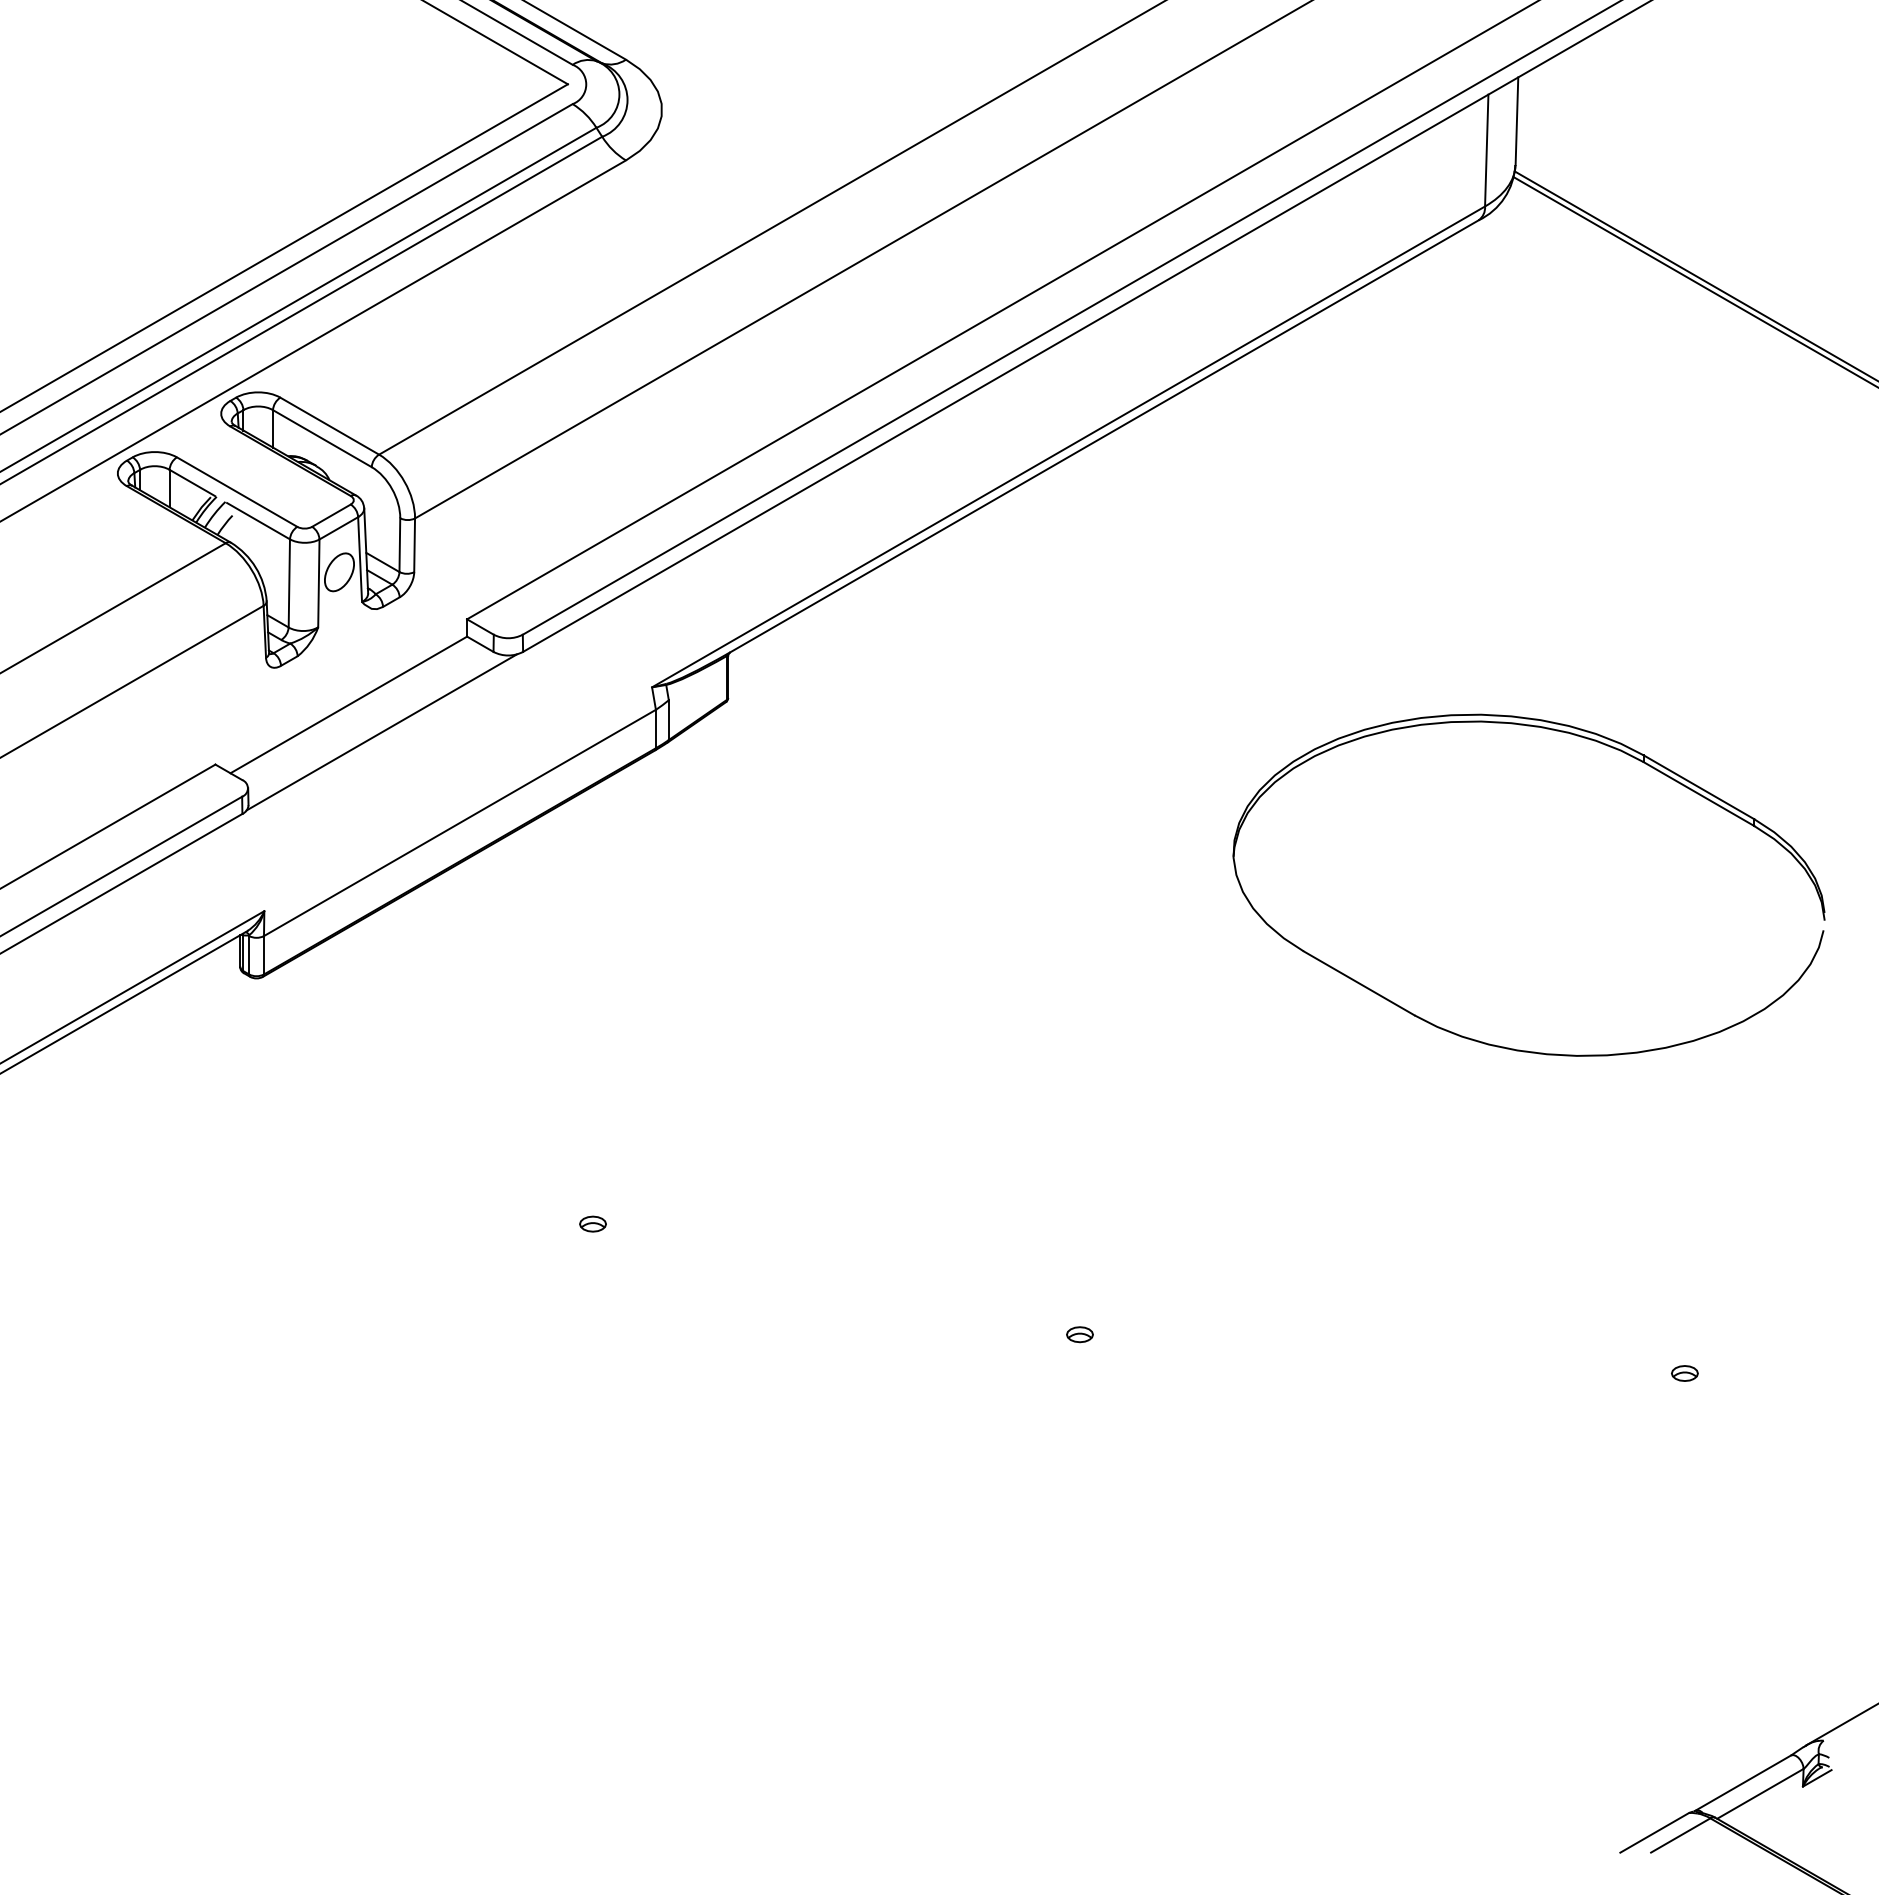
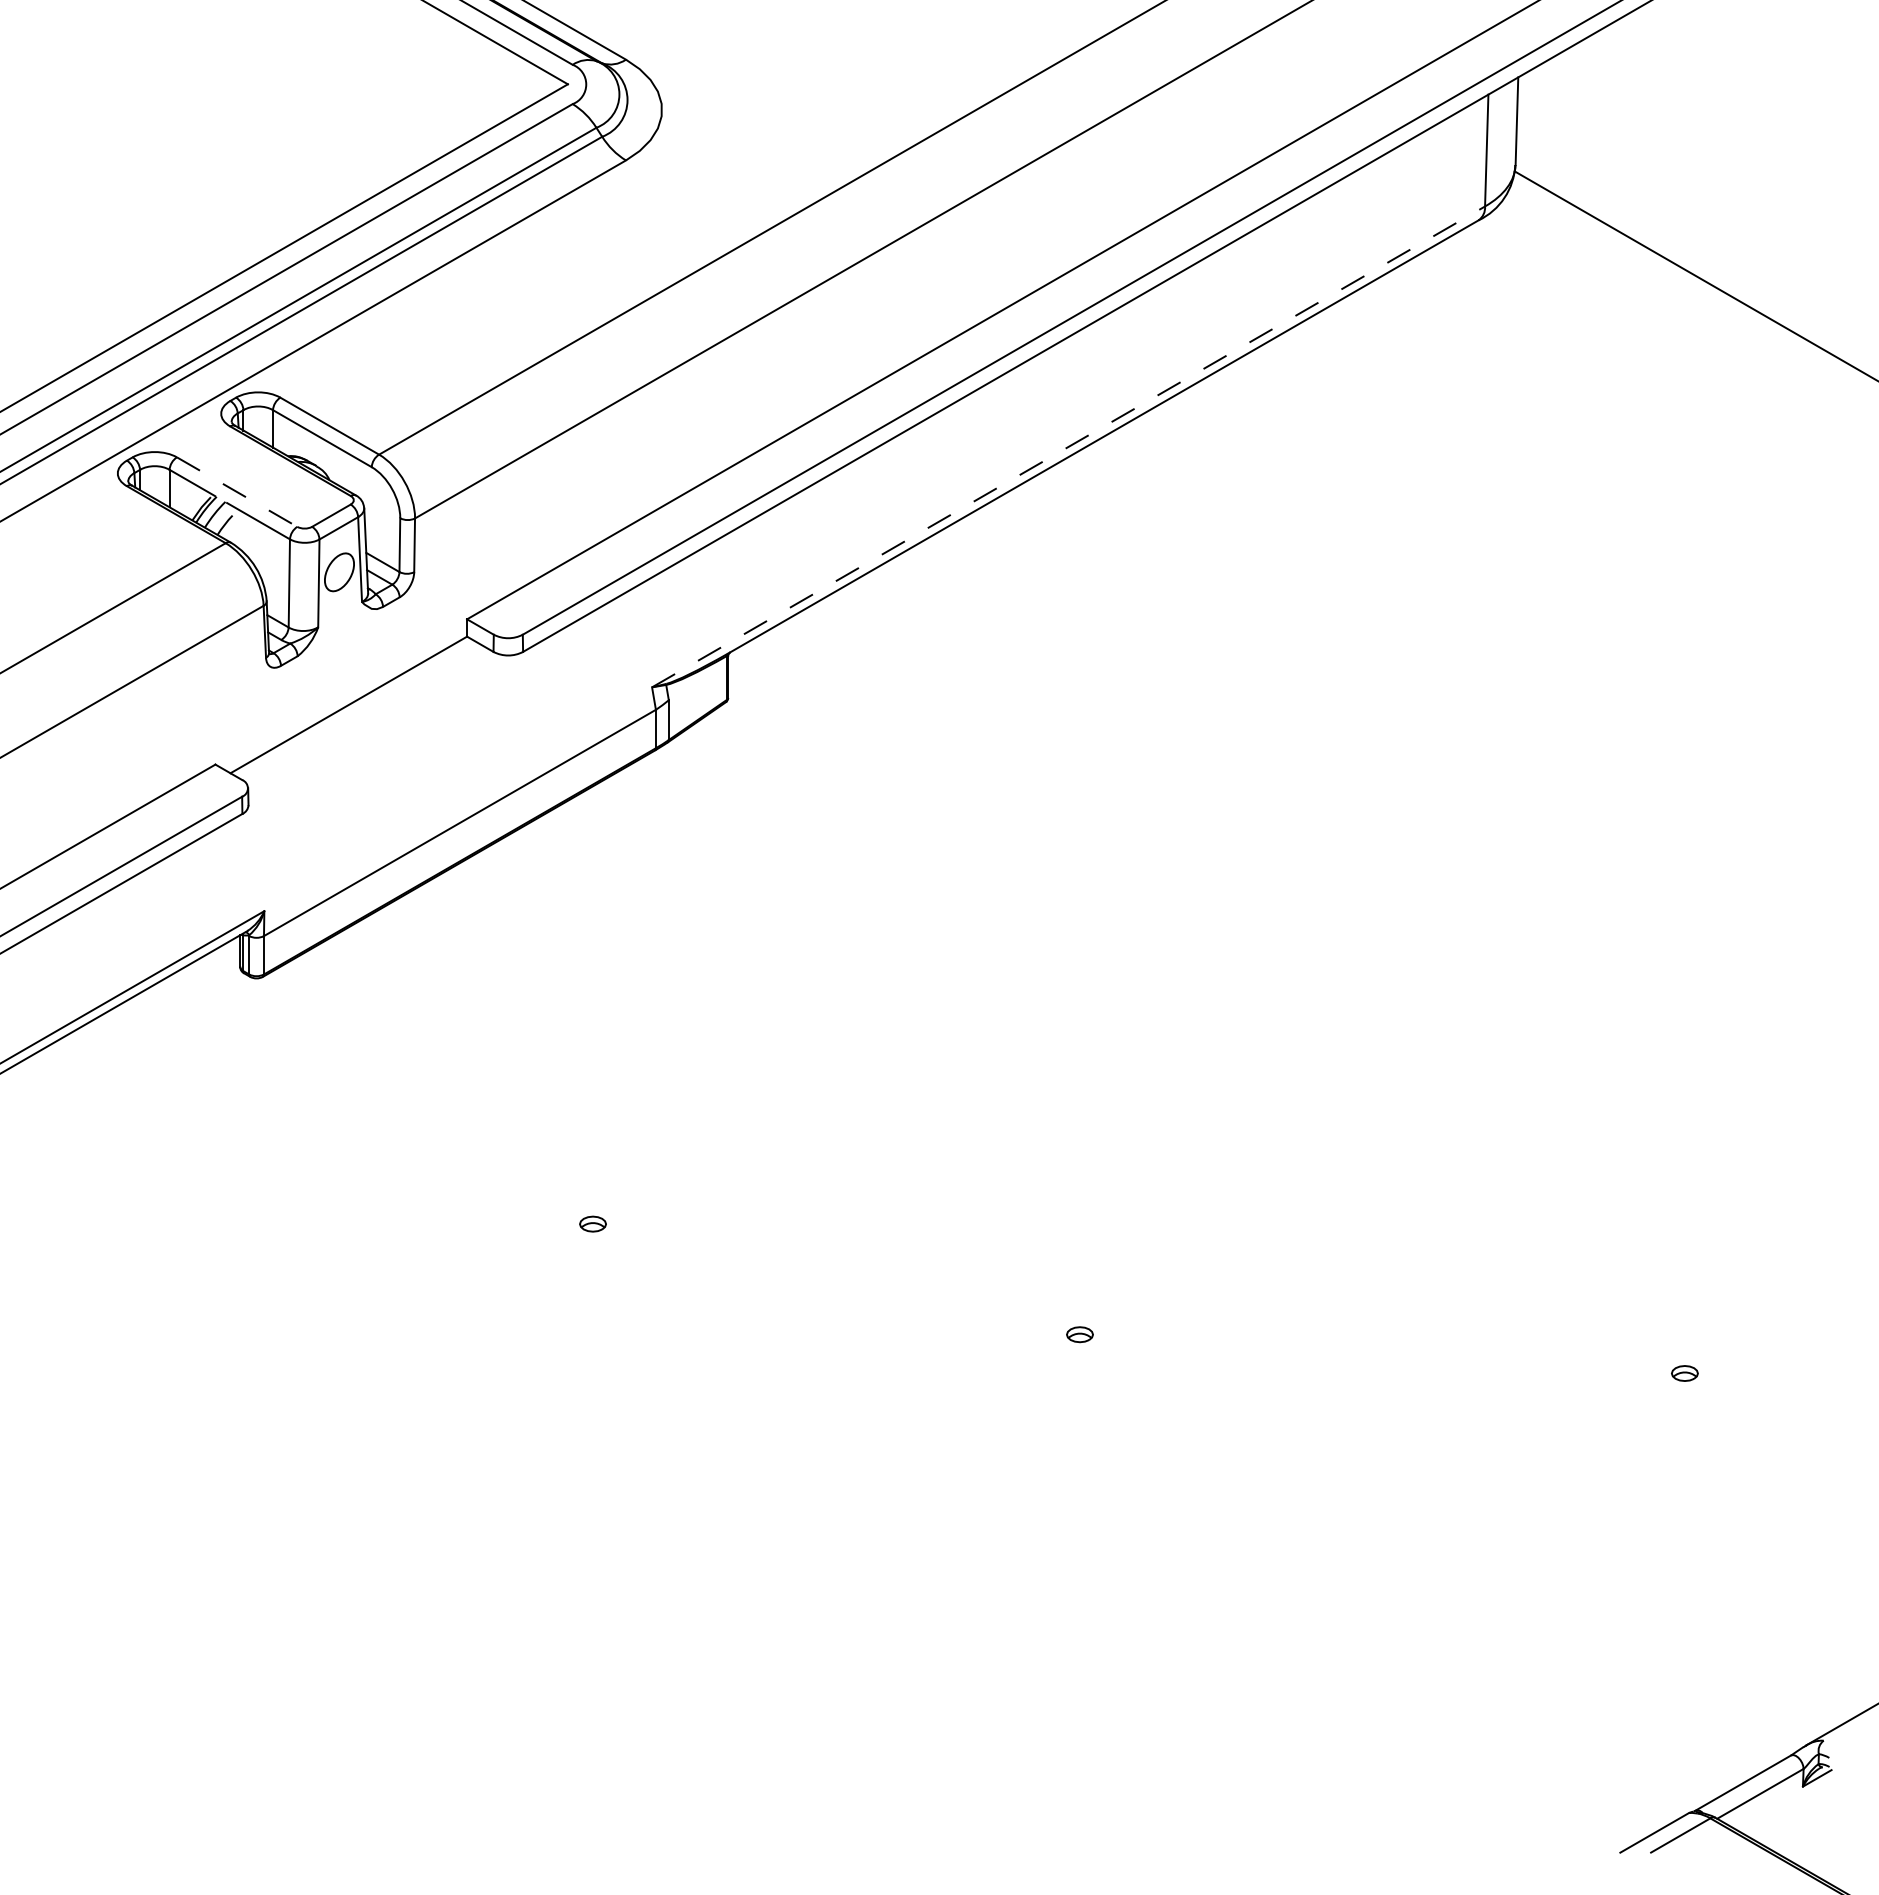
line at (1694, 281): present -> none
line at (1068, 446): solid -> dashed
line at (237, 492): solid -> dashed
part at (1556, 731): present -> none
line at (381, 732): present -> none
